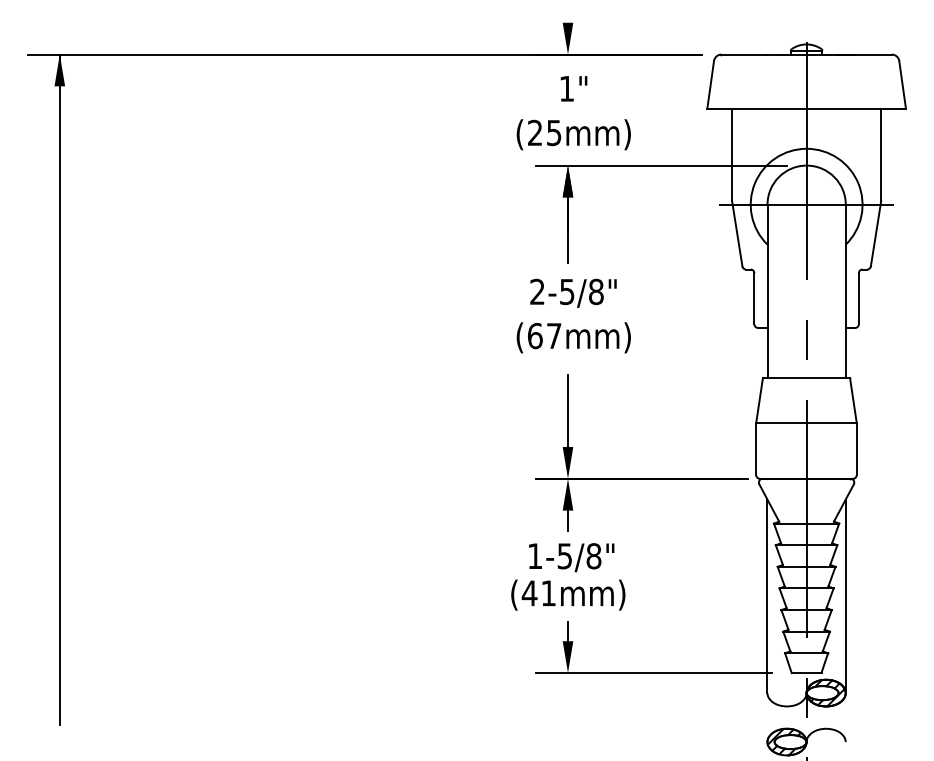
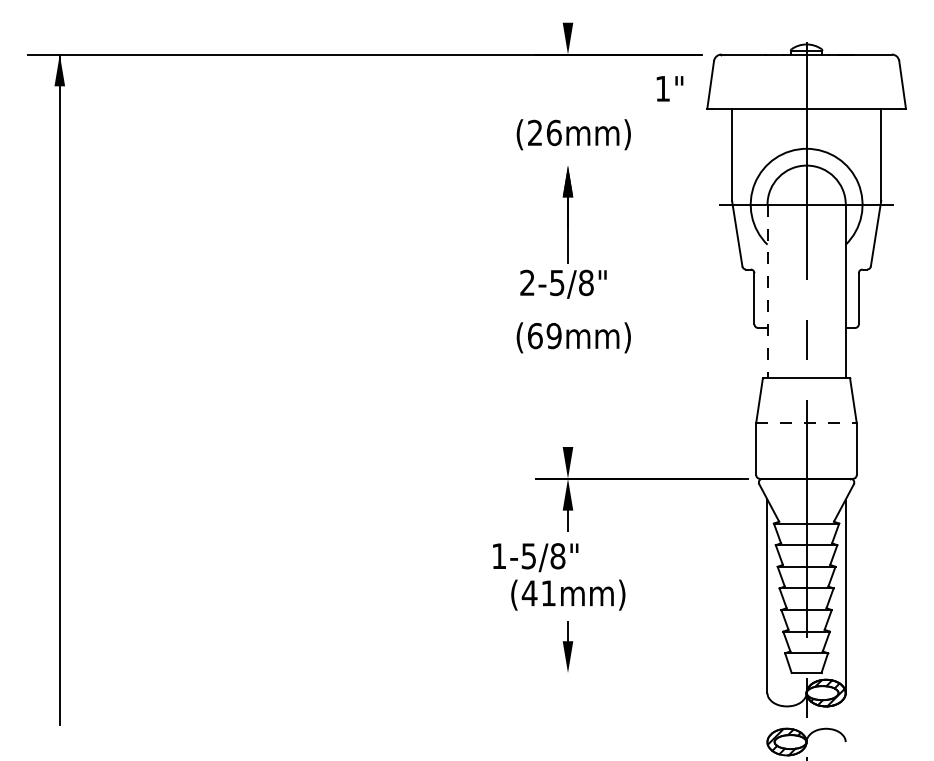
text at (573, 88) position: (573, 88) -> (669, 88)
text at (554, 132): (25mm) -> (26mm)
line at (661, 165): present -> none
line at (767, 291): solid -> dashed
text at (573, 292) position: (573, 292) -> (563, 283)
text at (553, 336): (67mm) -> (69mm)
line at (568, 411): present -> none
line at (806, 422): solid -> dashed
text at (571, 557) position: (571, 557) -> (535, 557)
line at (653, 673): present -> none
